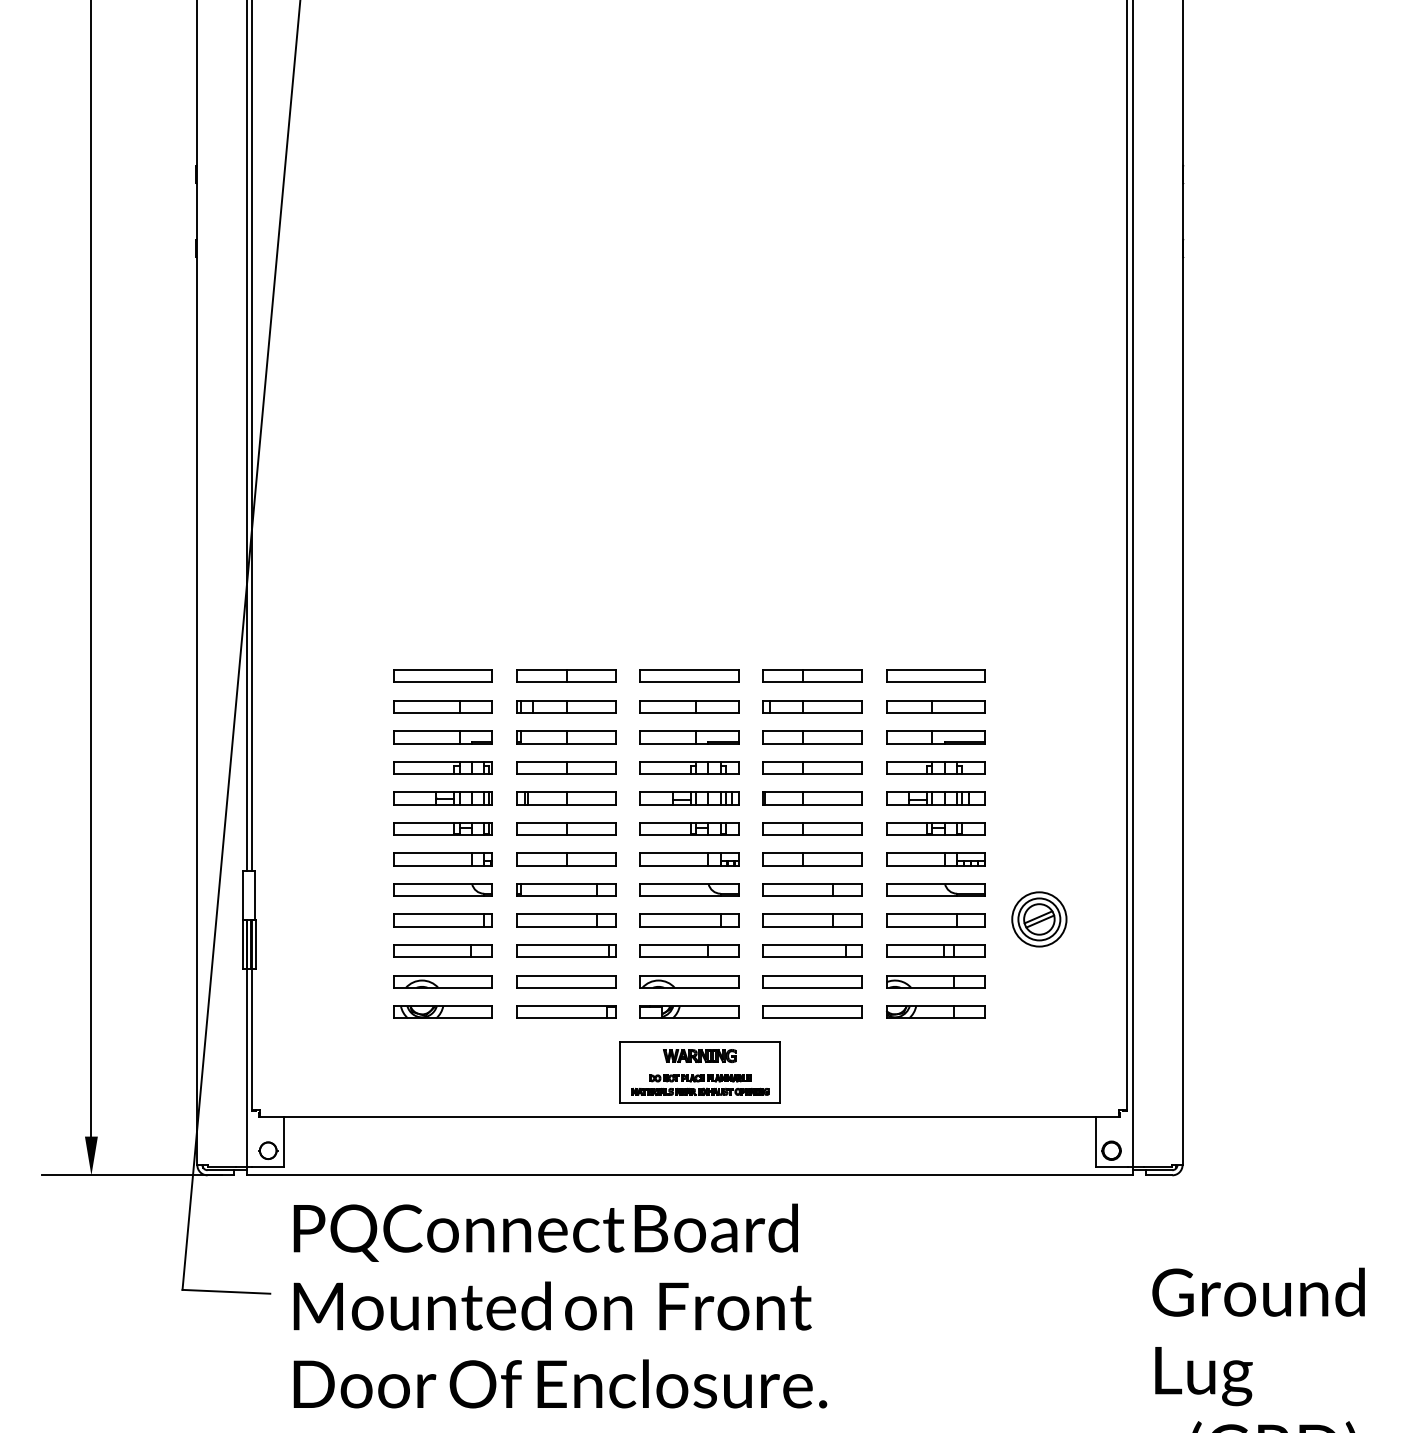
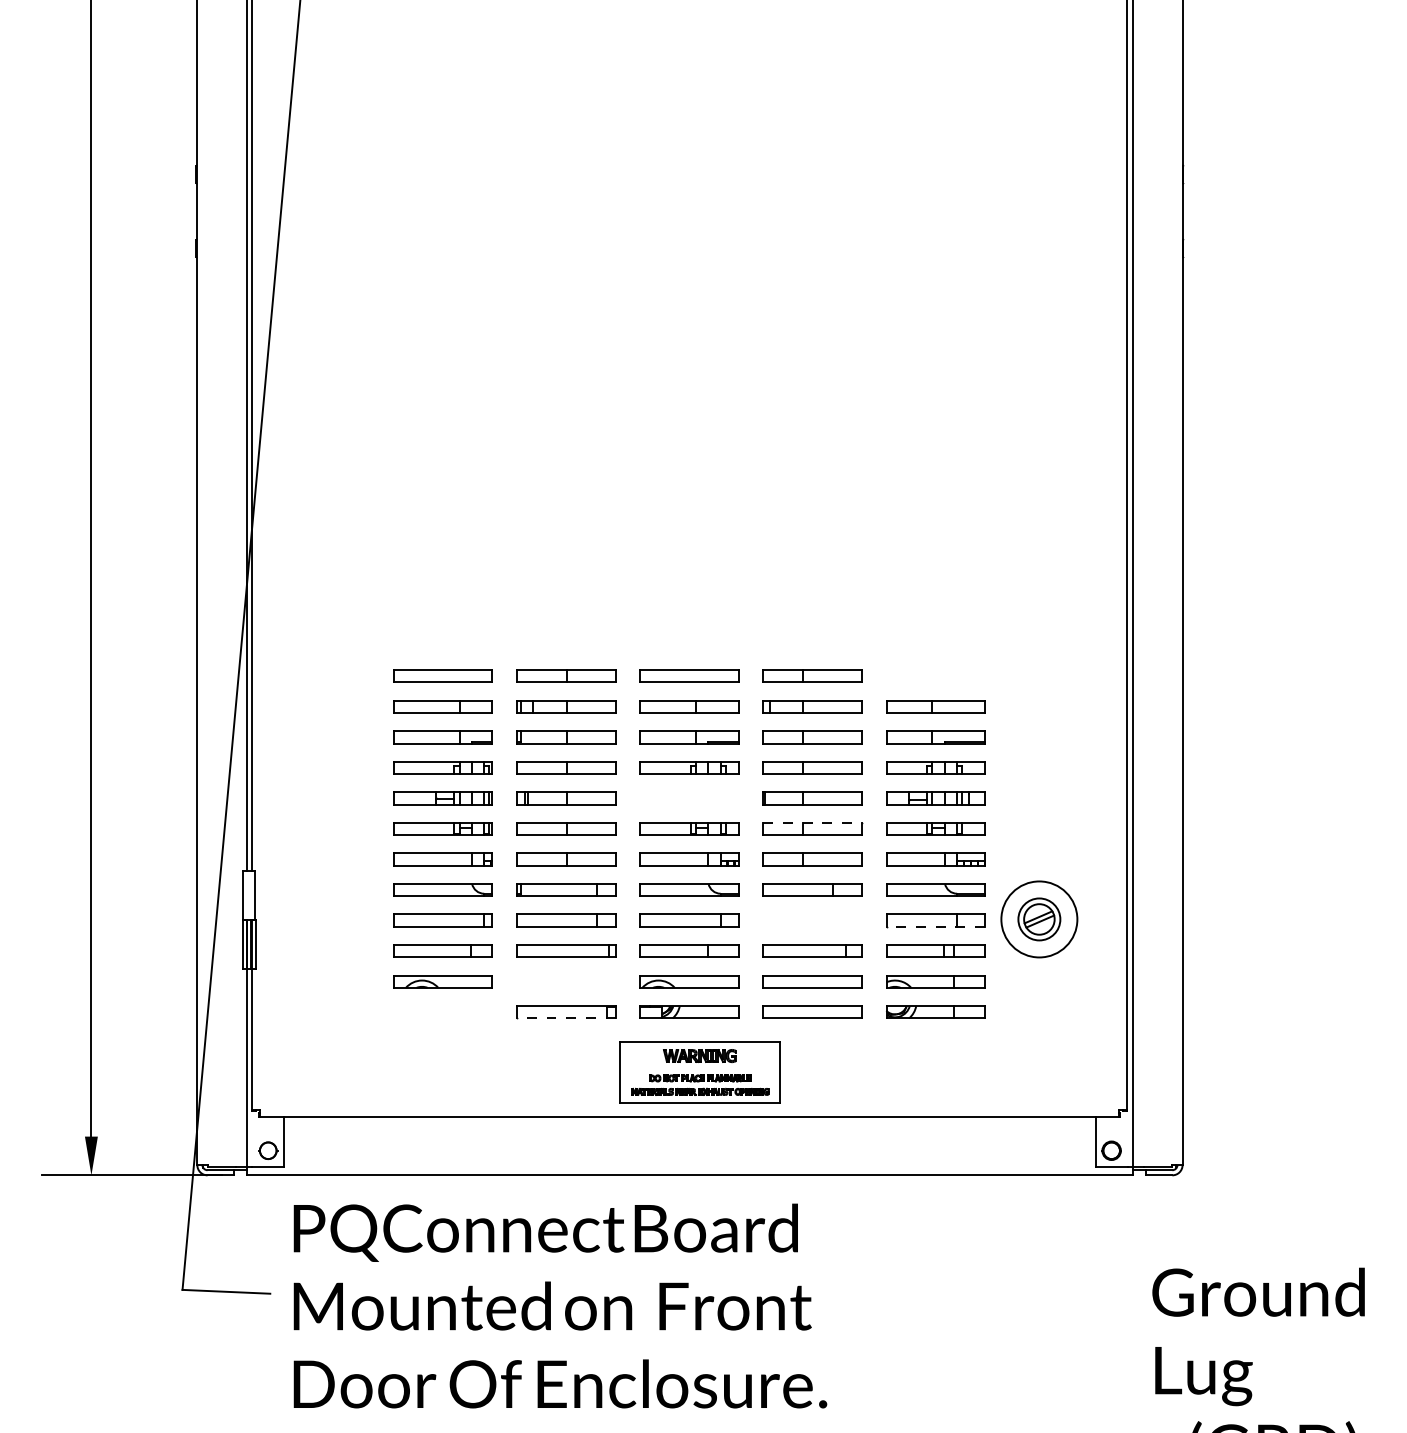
part at (935, 675): present -> none
part at (689, 798): present -> none
line at (813, 822): solid -> dashed
circle at (1039, 919) diameter: 54 px -> 76 px
part at (812, 920): present -> none
line at (935, 926): solid -> dashed
part at (566, 981): present -> none
part at (442, 1011): present -> none
line at (565, 1018): solid -> dashed
